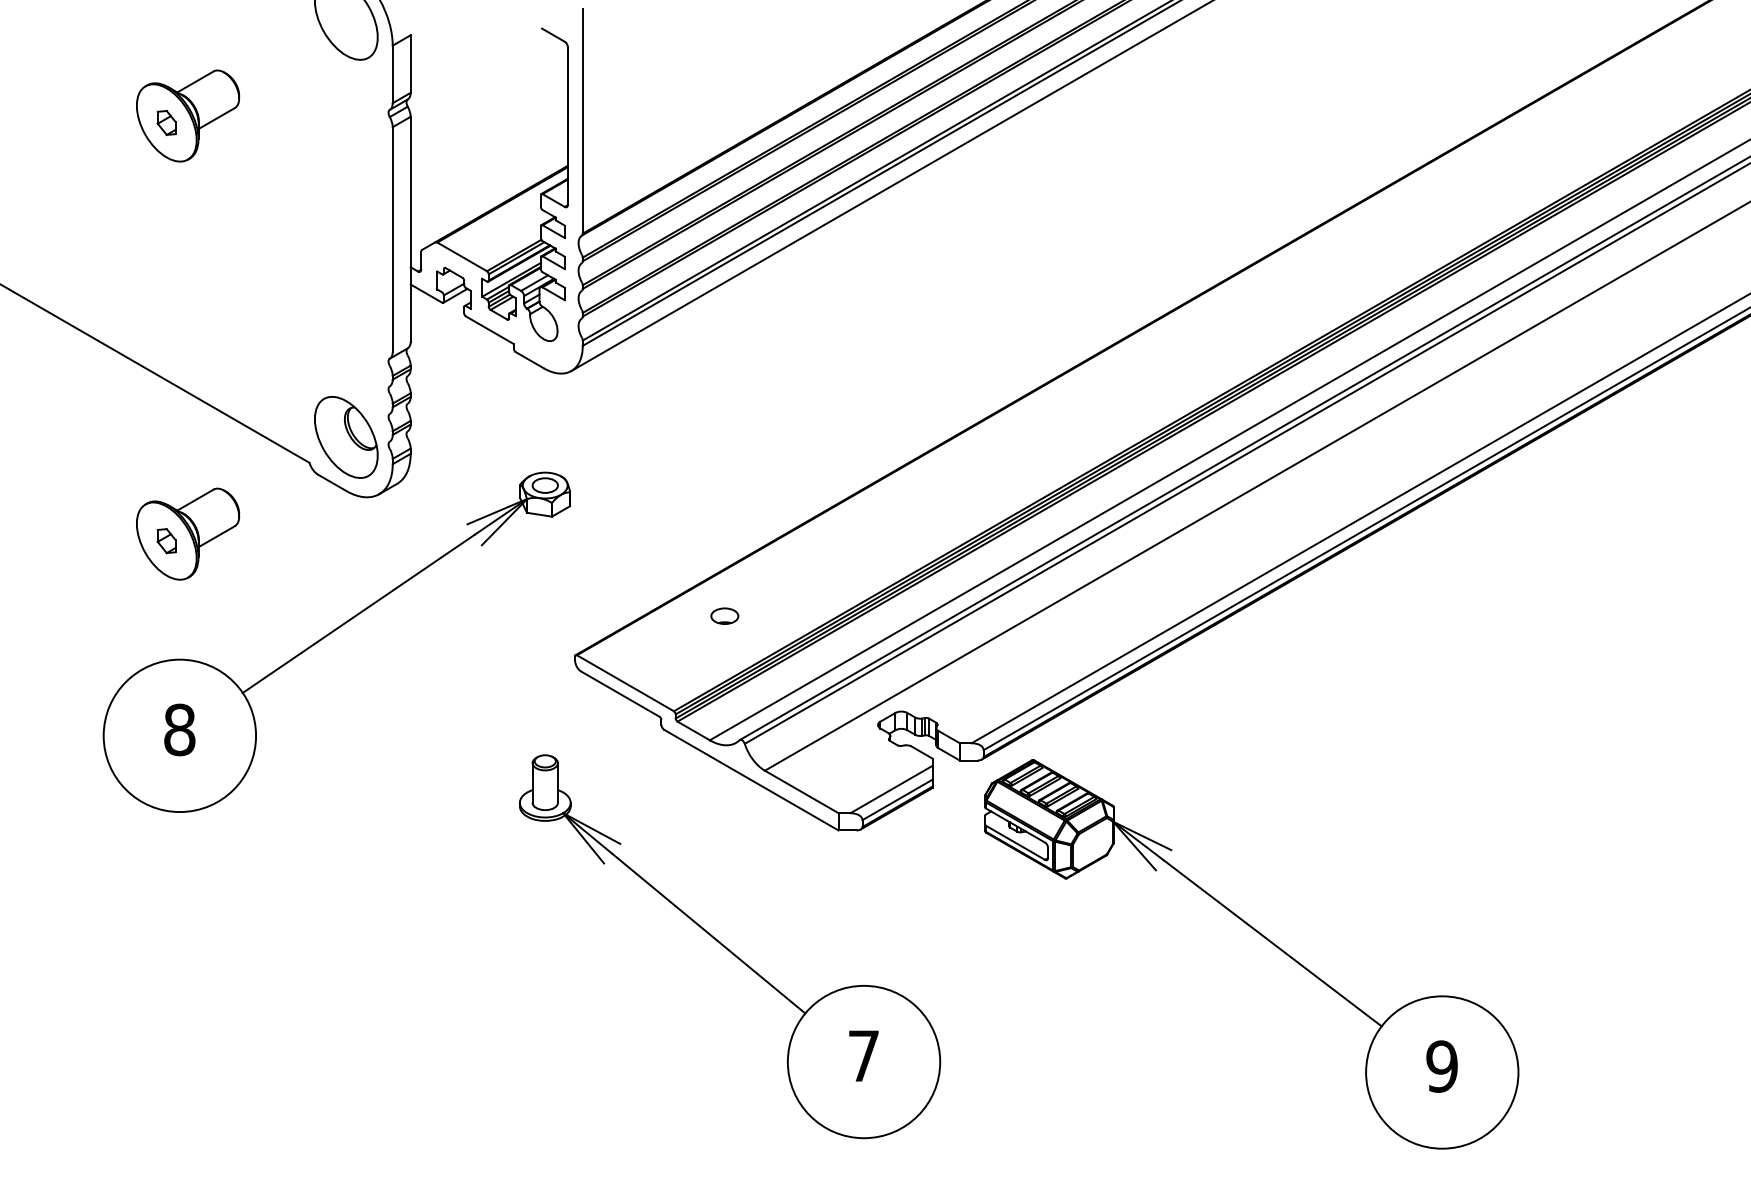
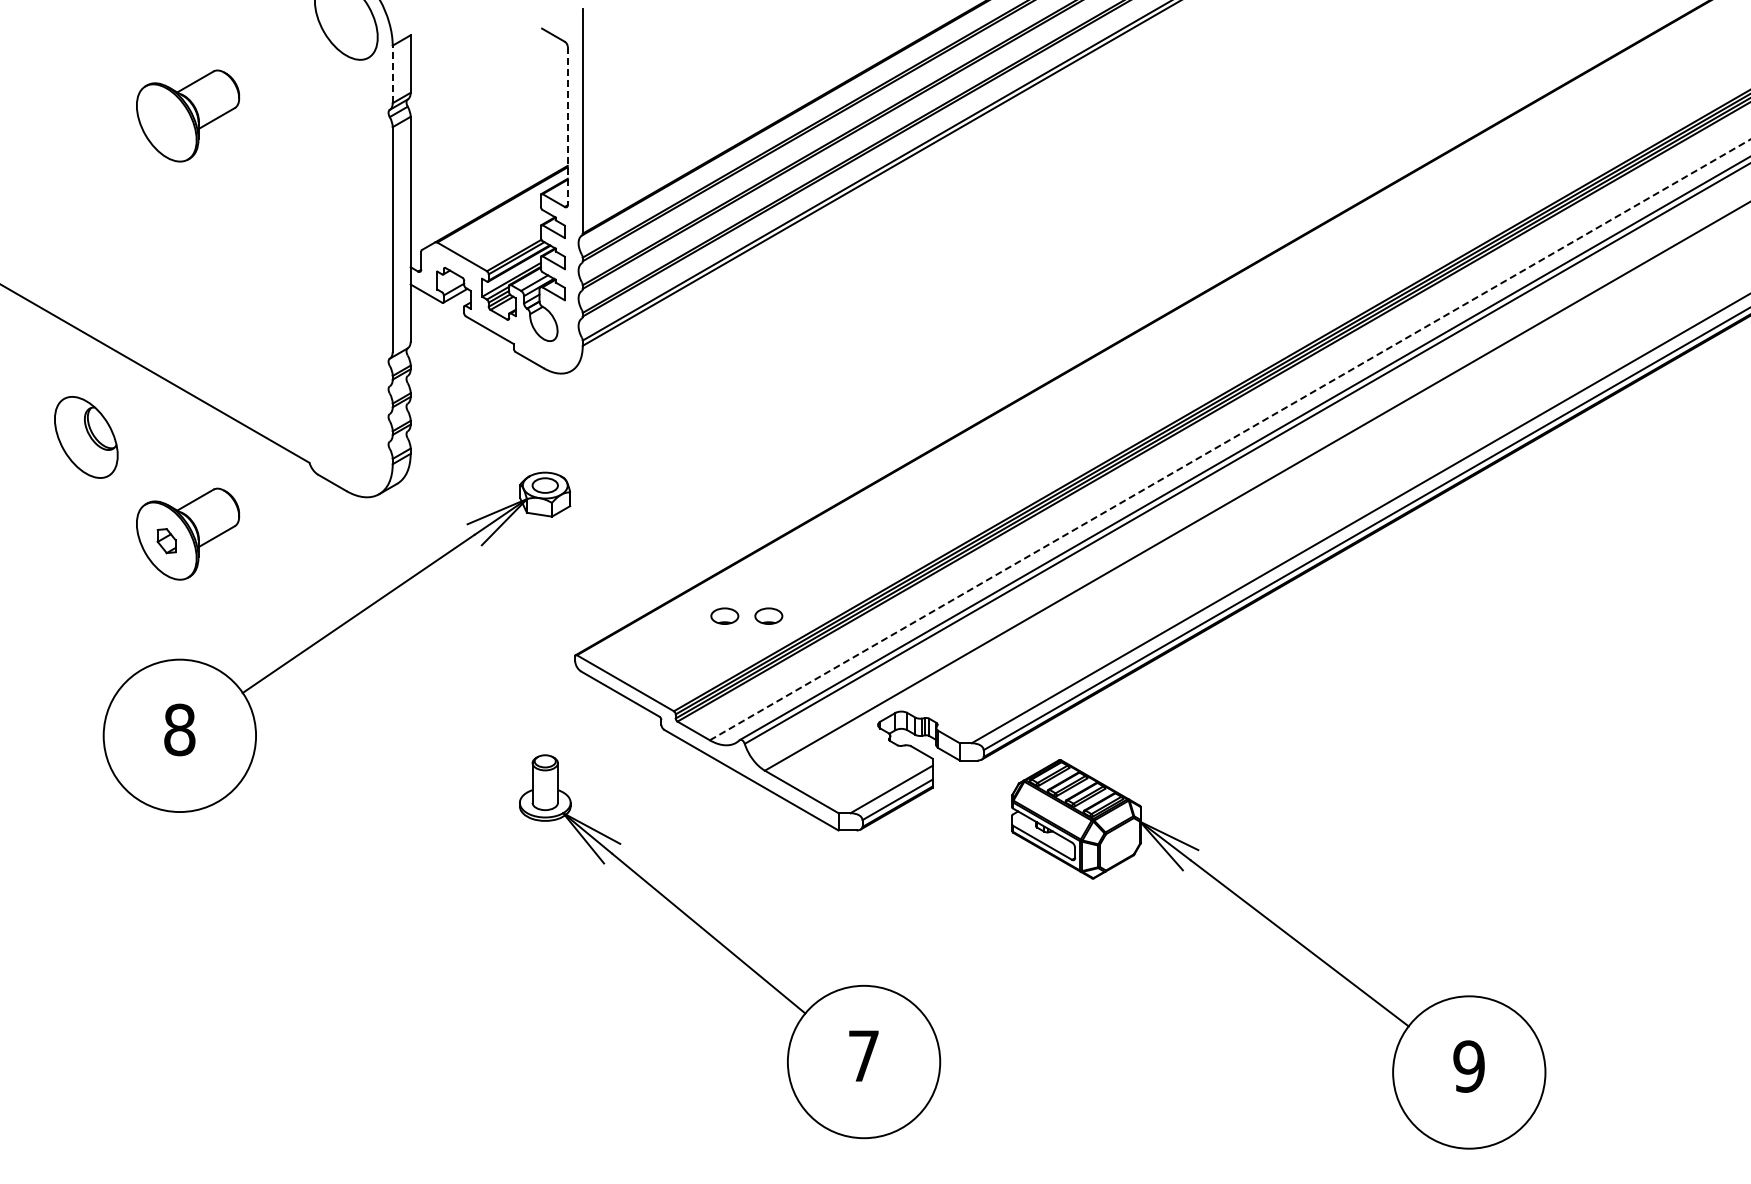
line at (392, 74): solid -> dashed
part at (166, 123): present -> none
line at (567, 126): solid -> dashed
line at (890, 186): present -> none
part at (346, 437) position: (346, 437) -> (86, 437)
line at (1230, 439): solid -> dashed
part at (768, 615): none -> present
part at (1264, 938) position: (1264, 938) -> (1291, 938)
